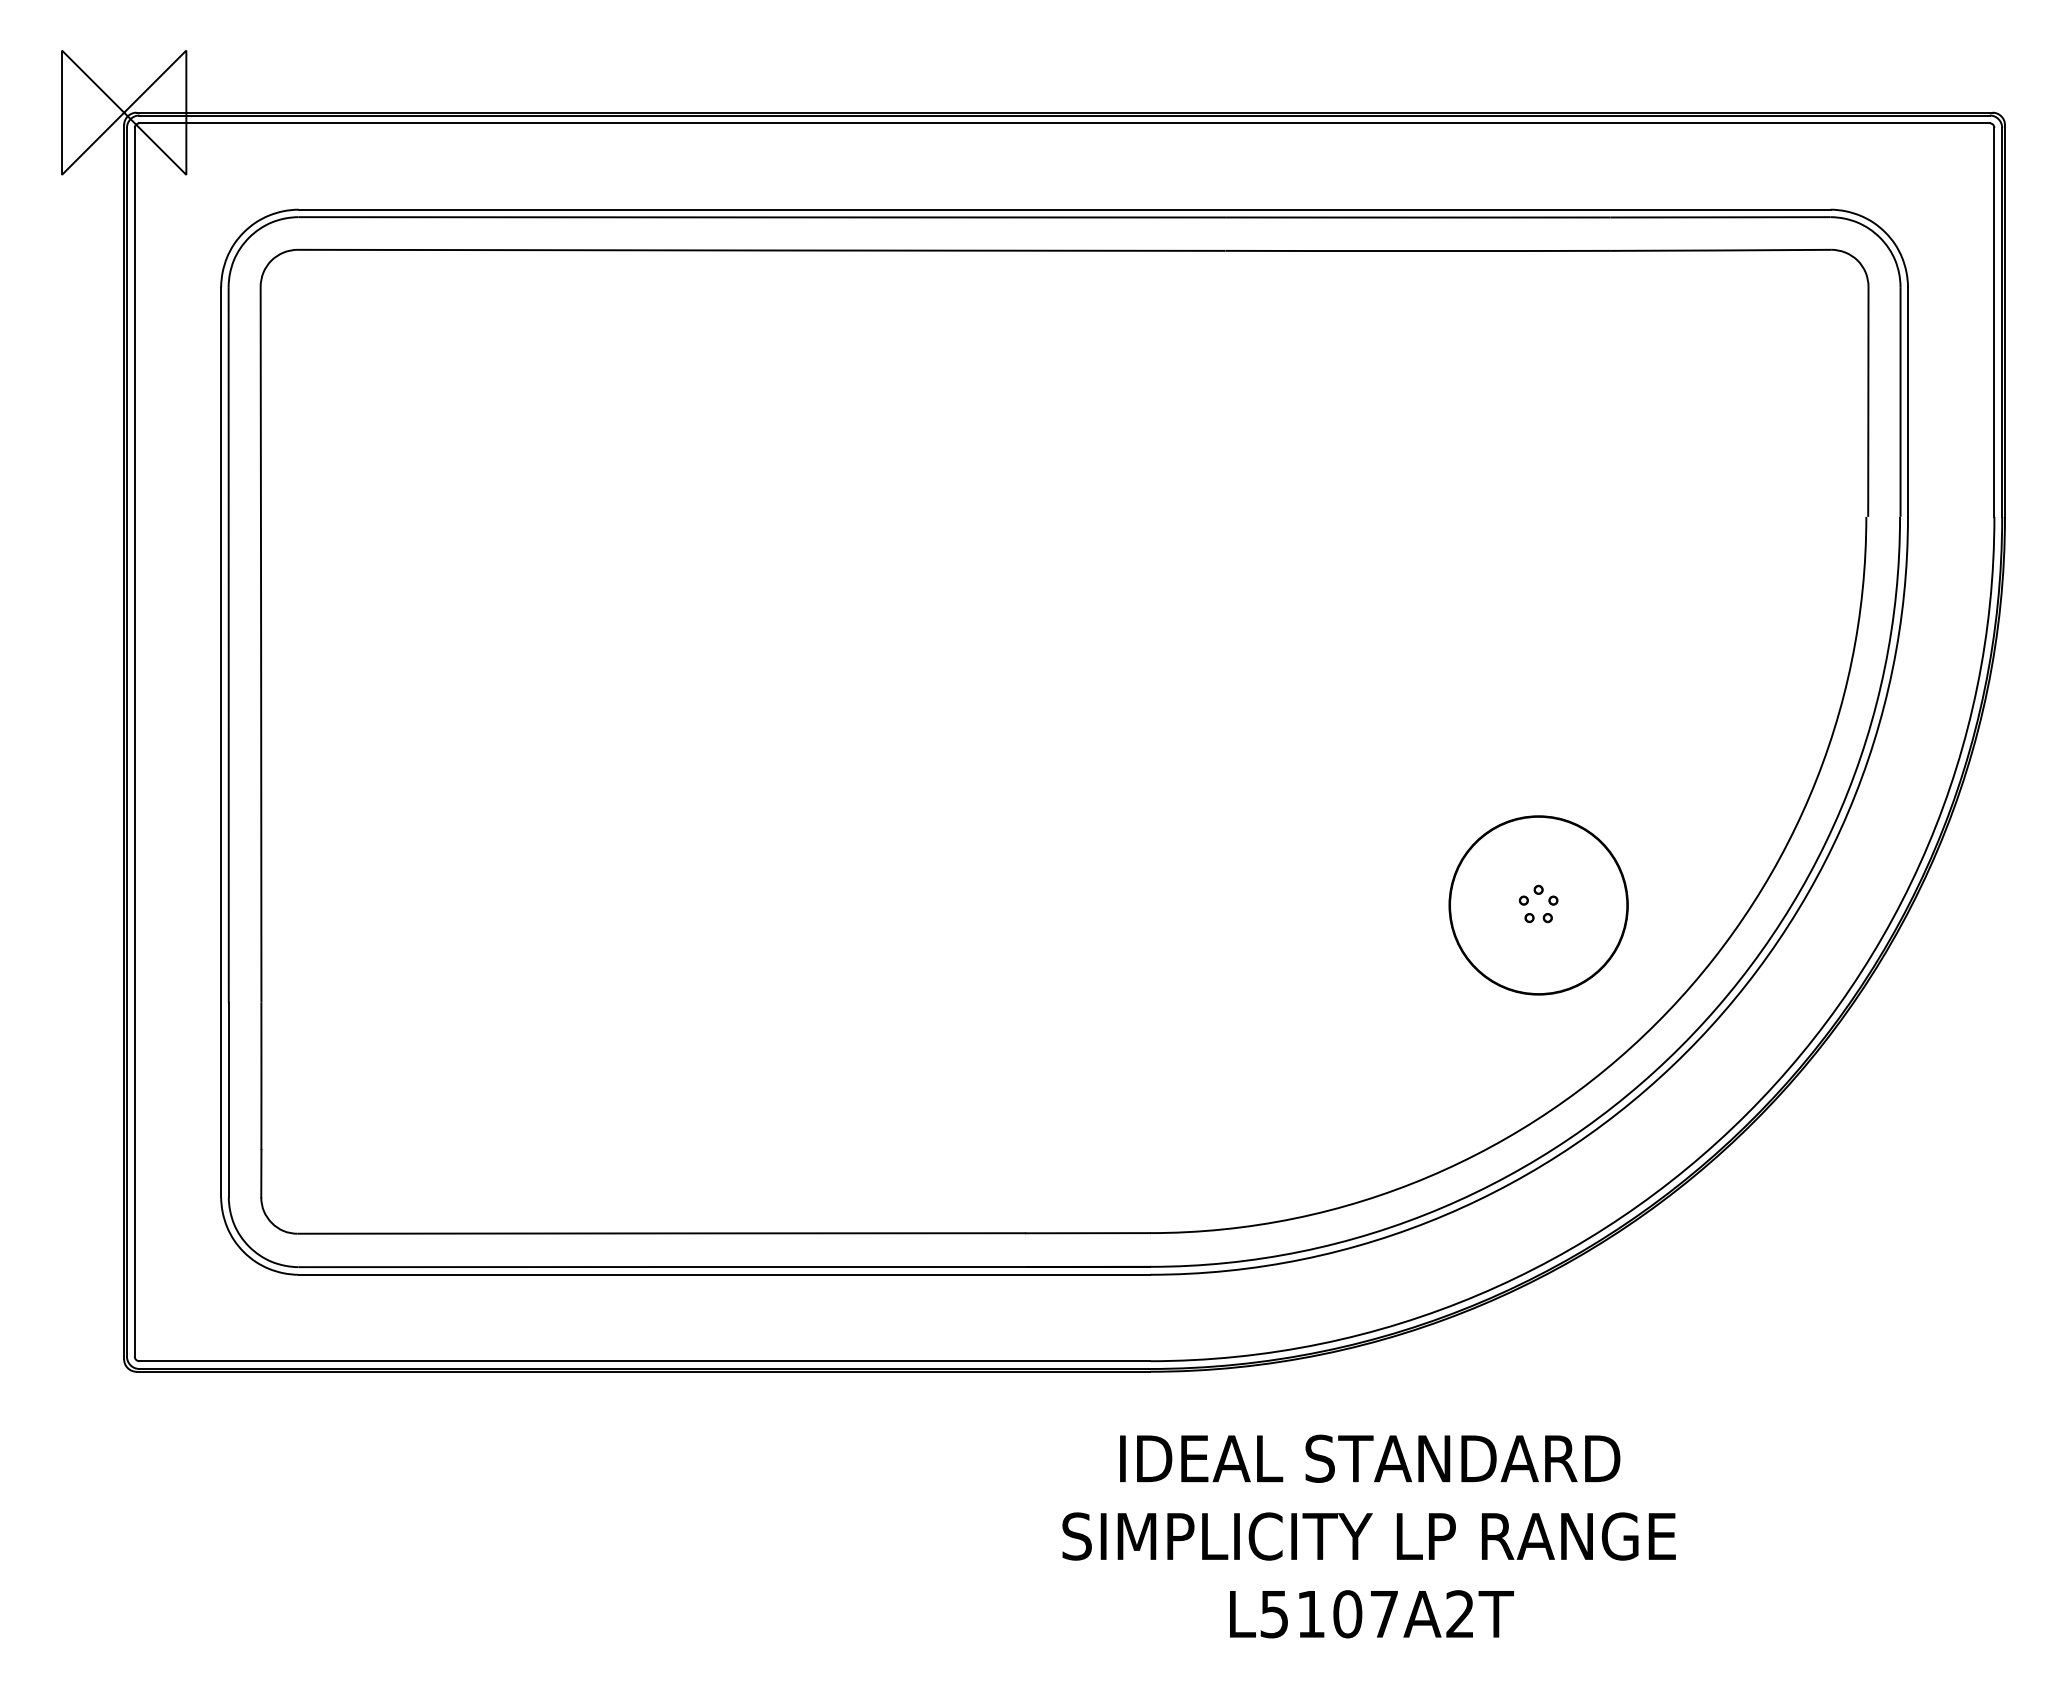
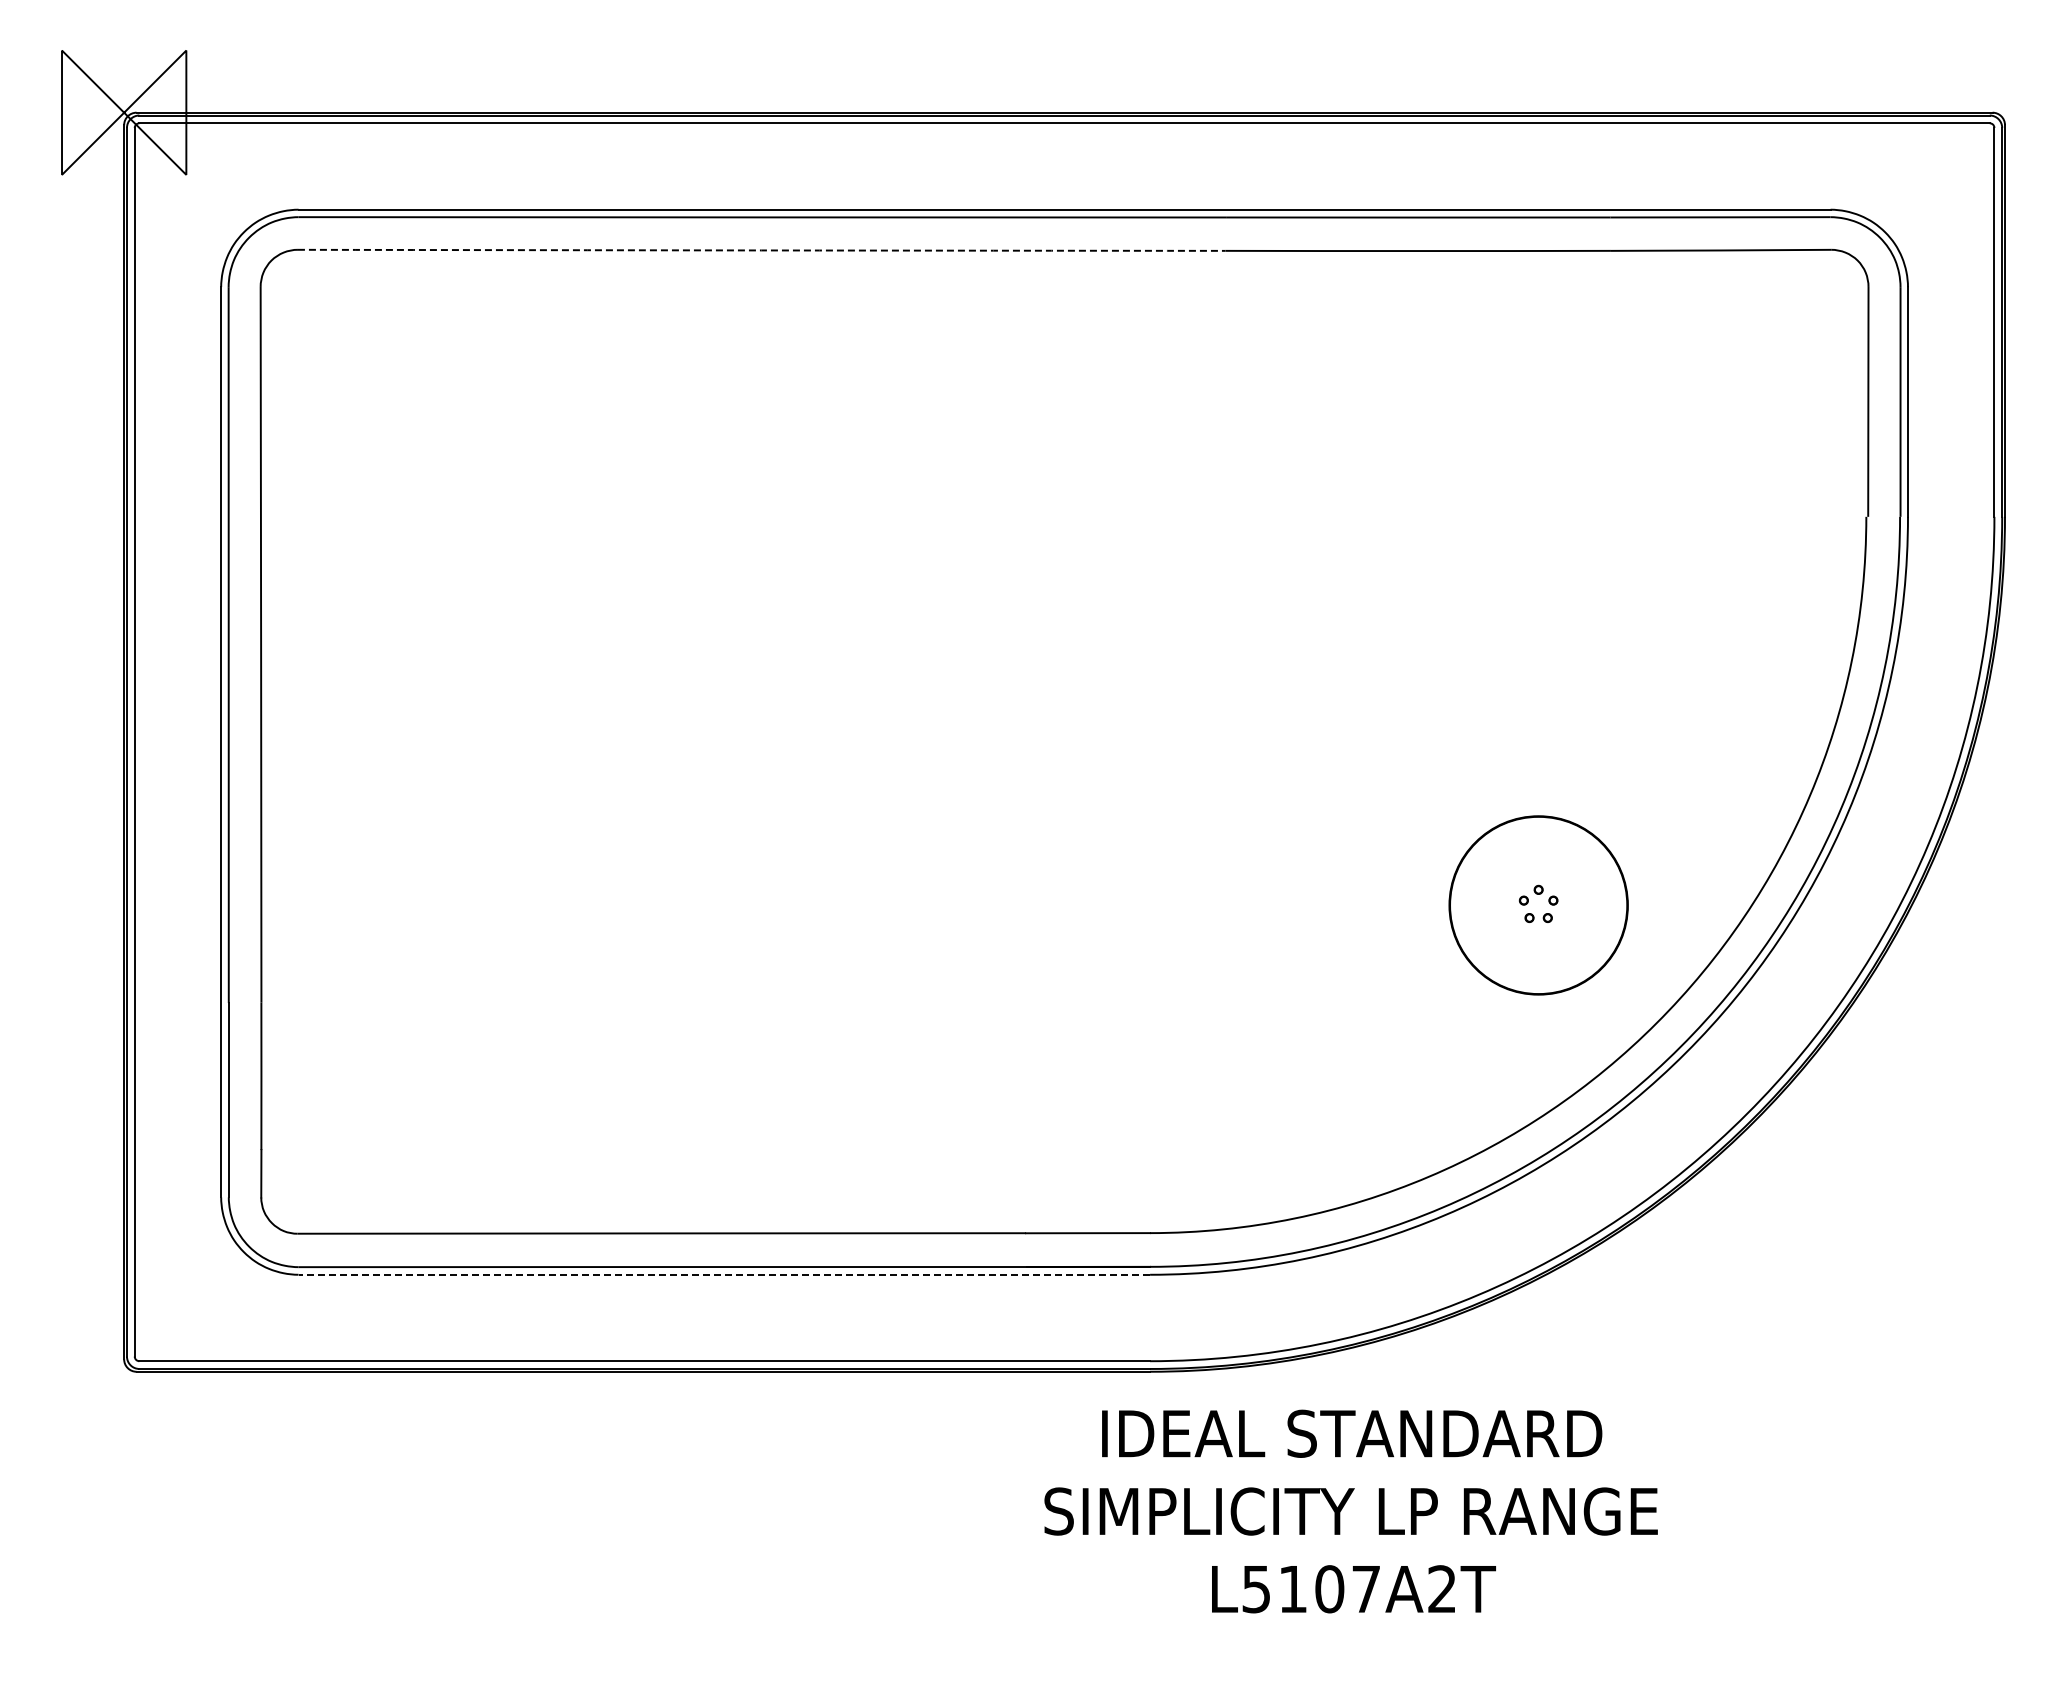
arc at (761, 250): solid -> dashed
line at (724, 1274): solid -> dashed
text at (1368, 1536) position: (1368, 1536) -> (1350, 1511)
